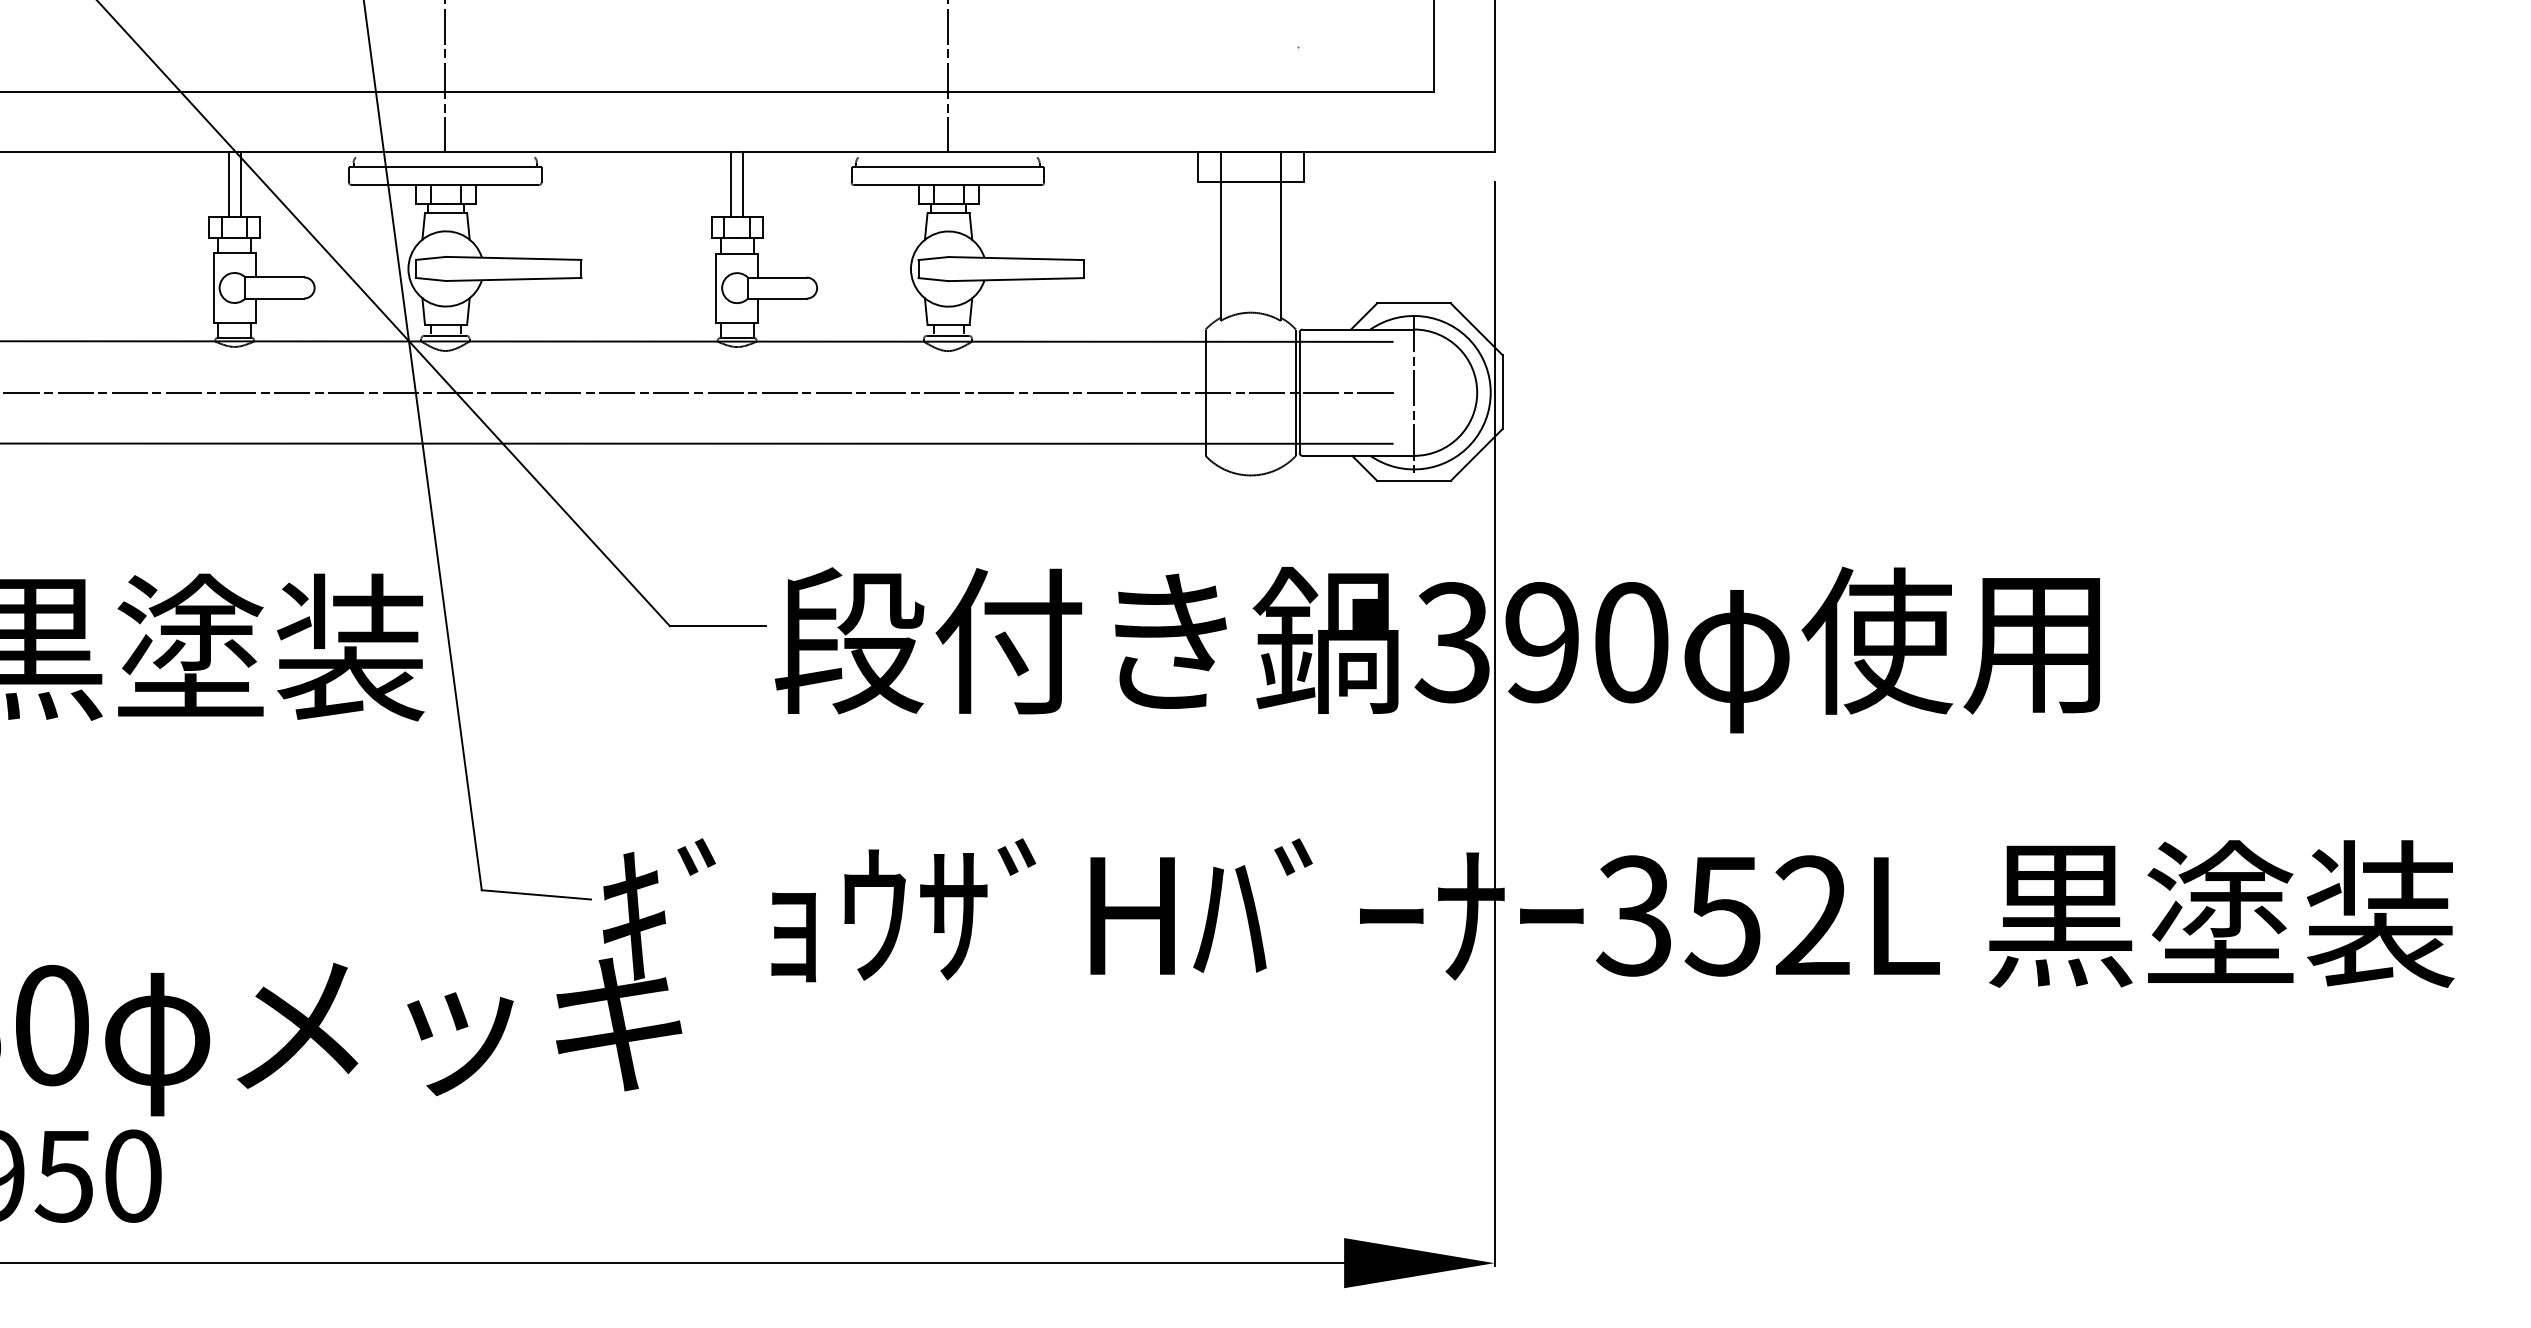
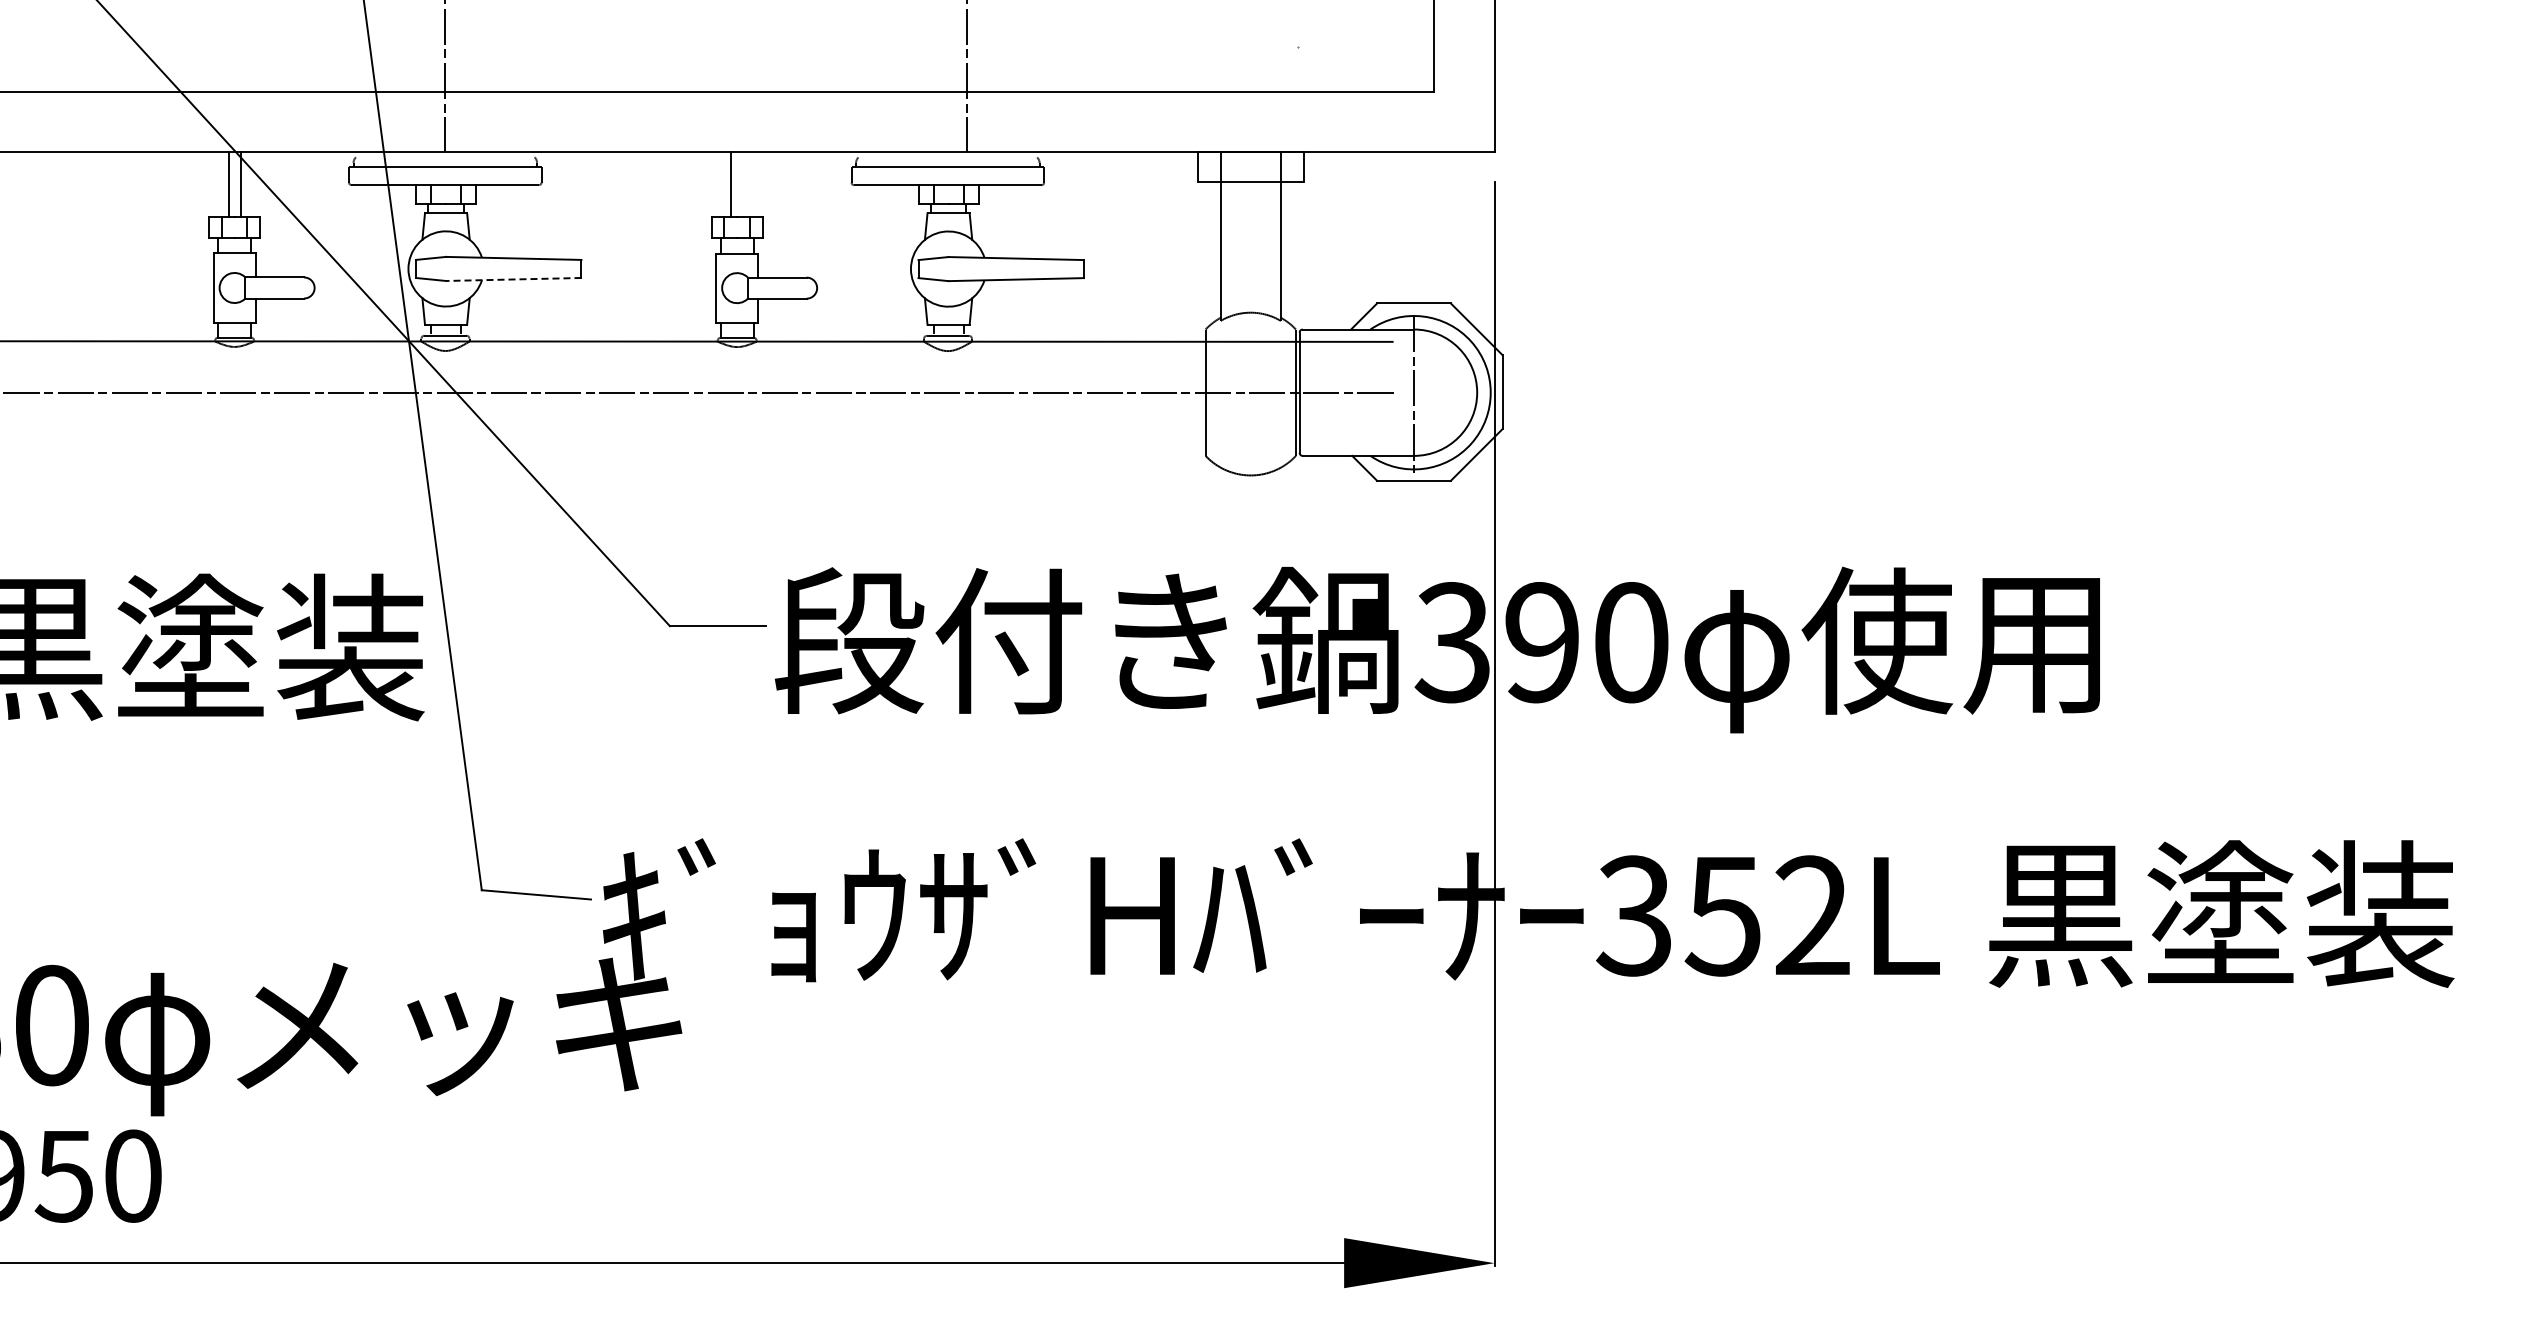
line at (947, 76) position: (947, 76) -> (966, 76)
line at (743, 184): present -> none
line at (513, 279): solid -> dashed
line at (697, 443): present -> none
